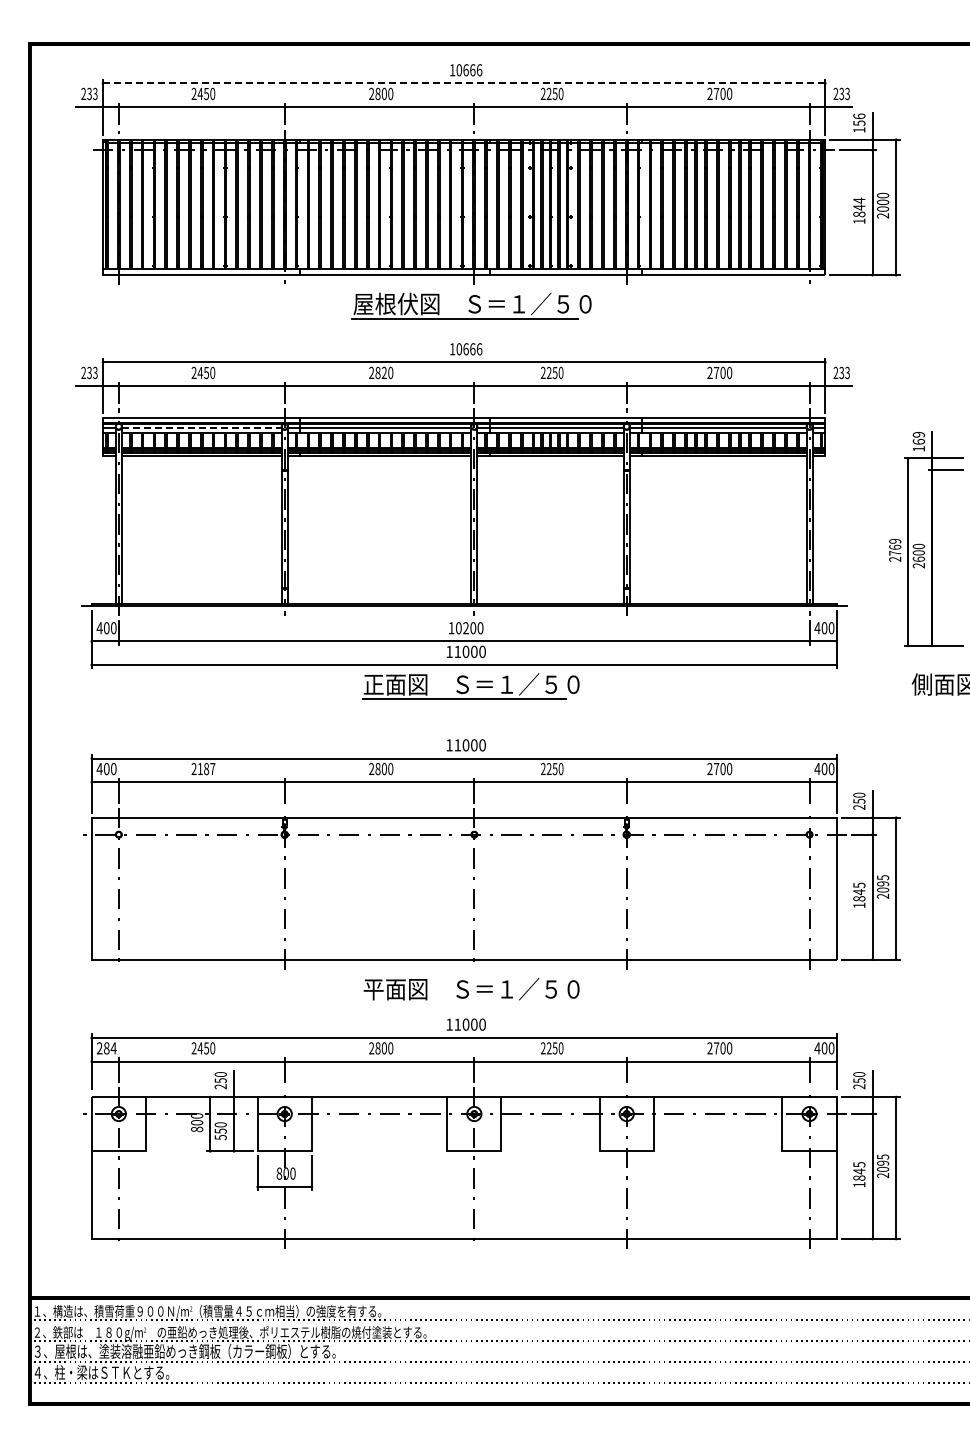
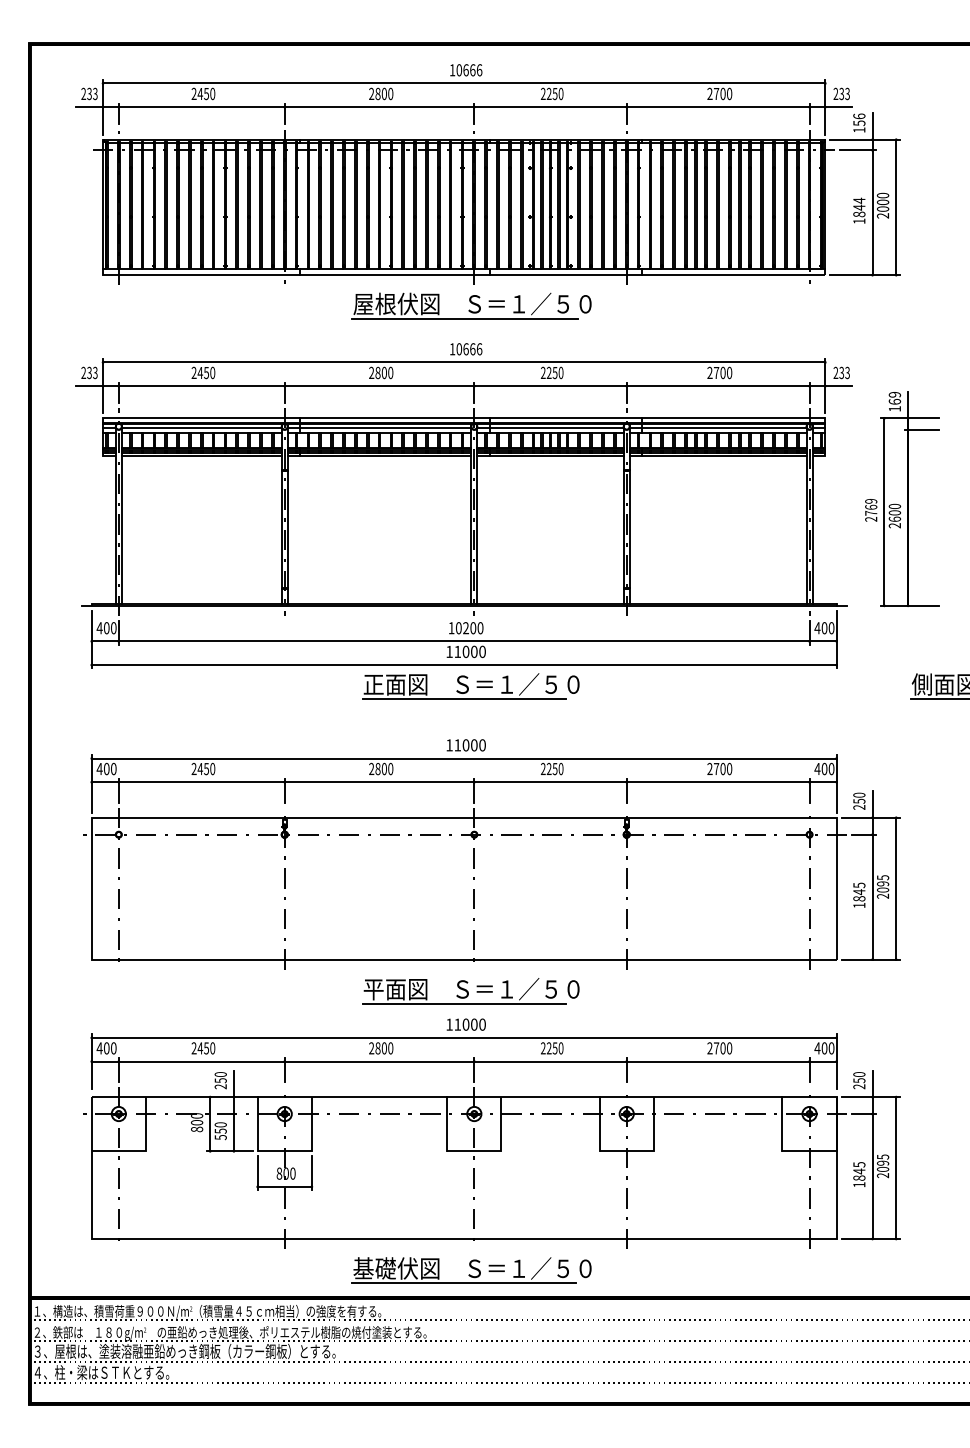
line at (464, 83): dashed -> solid
text at (383, 373): 2820 -> 2800
line at (201, 428): dashed -> solid
part at (926, 539) position: (926, 539) -> (902, 499)
line at (938, 698): none -> present
text at (206, 768): 2187 -> 2450
line at (463, 1003): none -> present
text at (106, 1048): 284 -> 400
part at (471, 1270): none -> present
